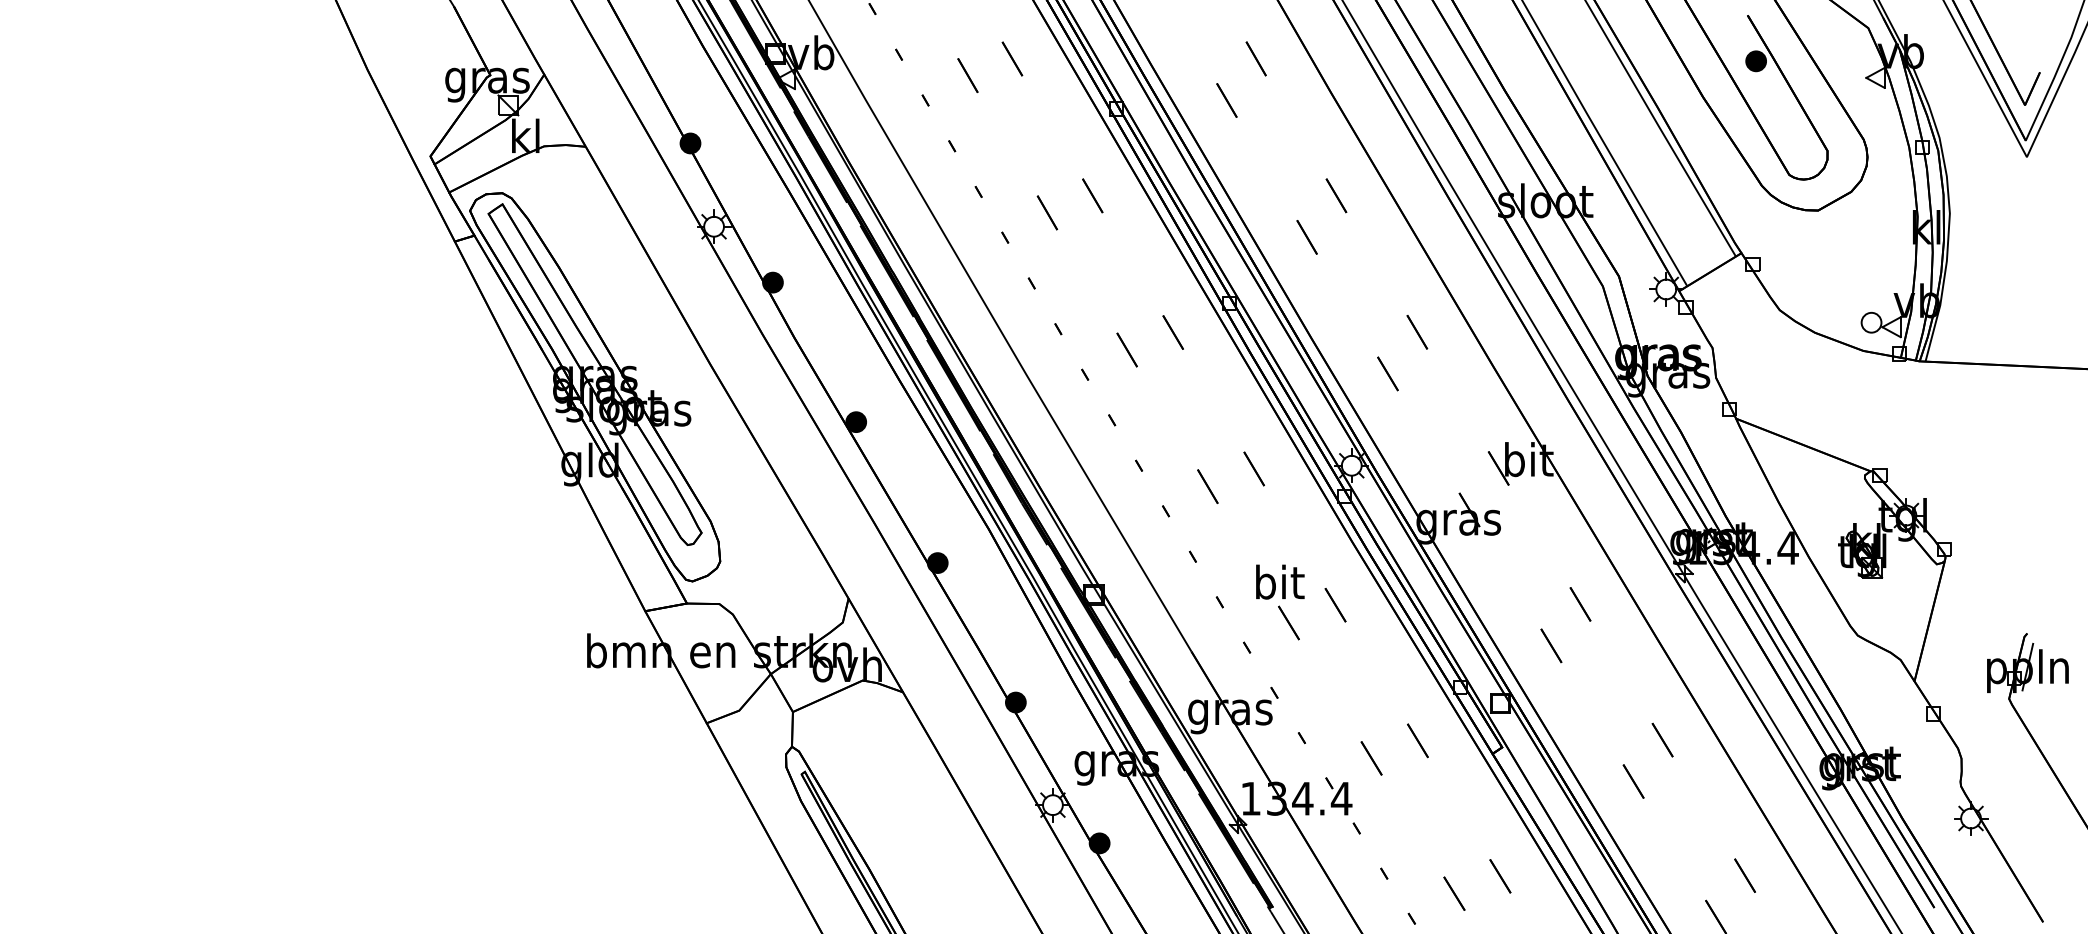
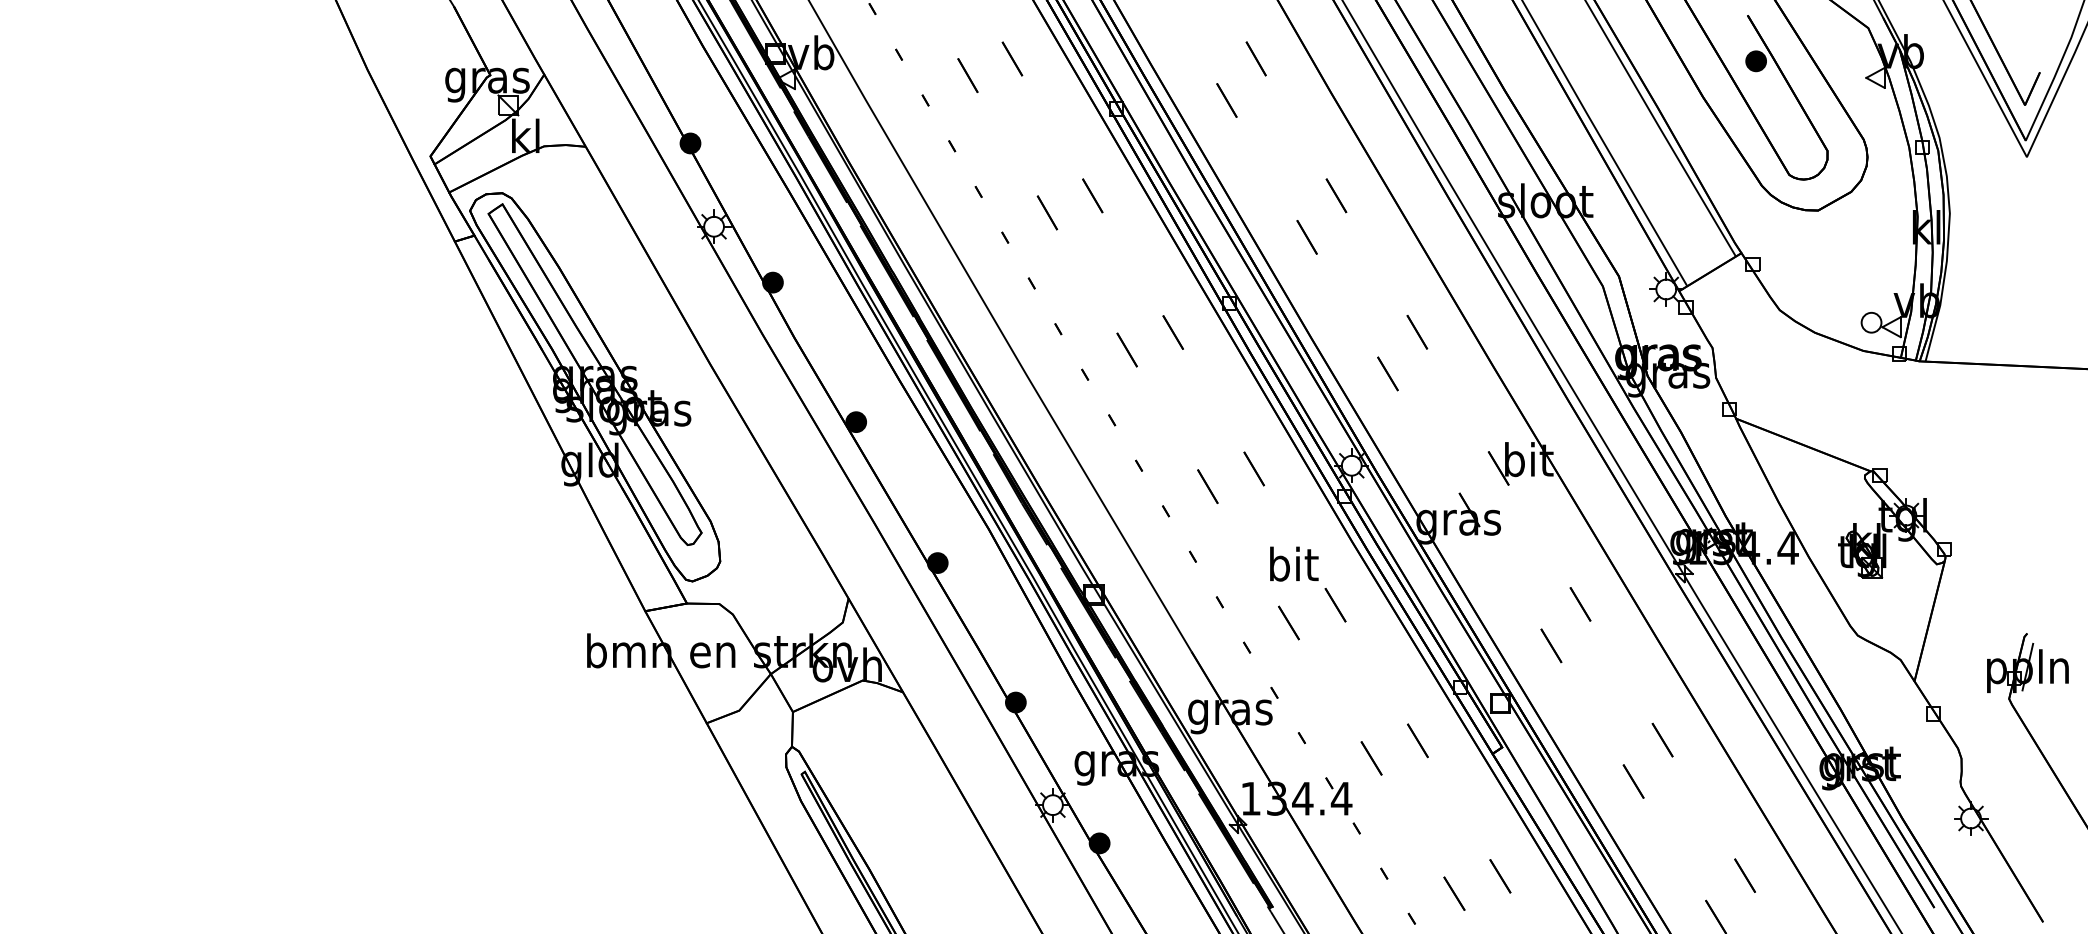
text at (1280, 581) position: (1280, 581) -> (1294, 563)
